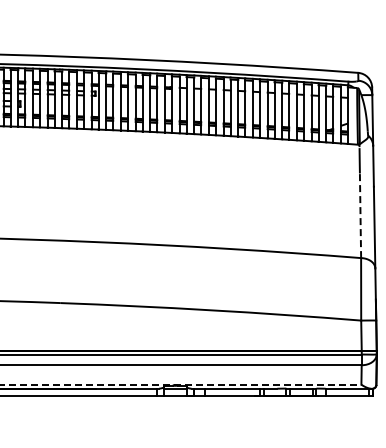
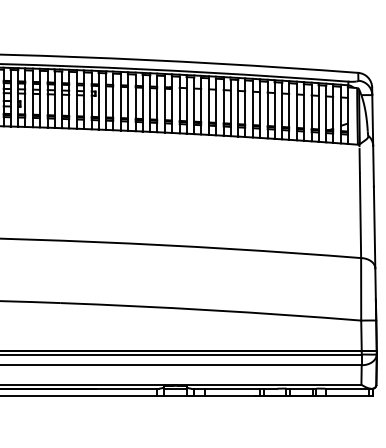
line at (360, 215): dashed -> solid
line at (181, 384): dashed -> solid
